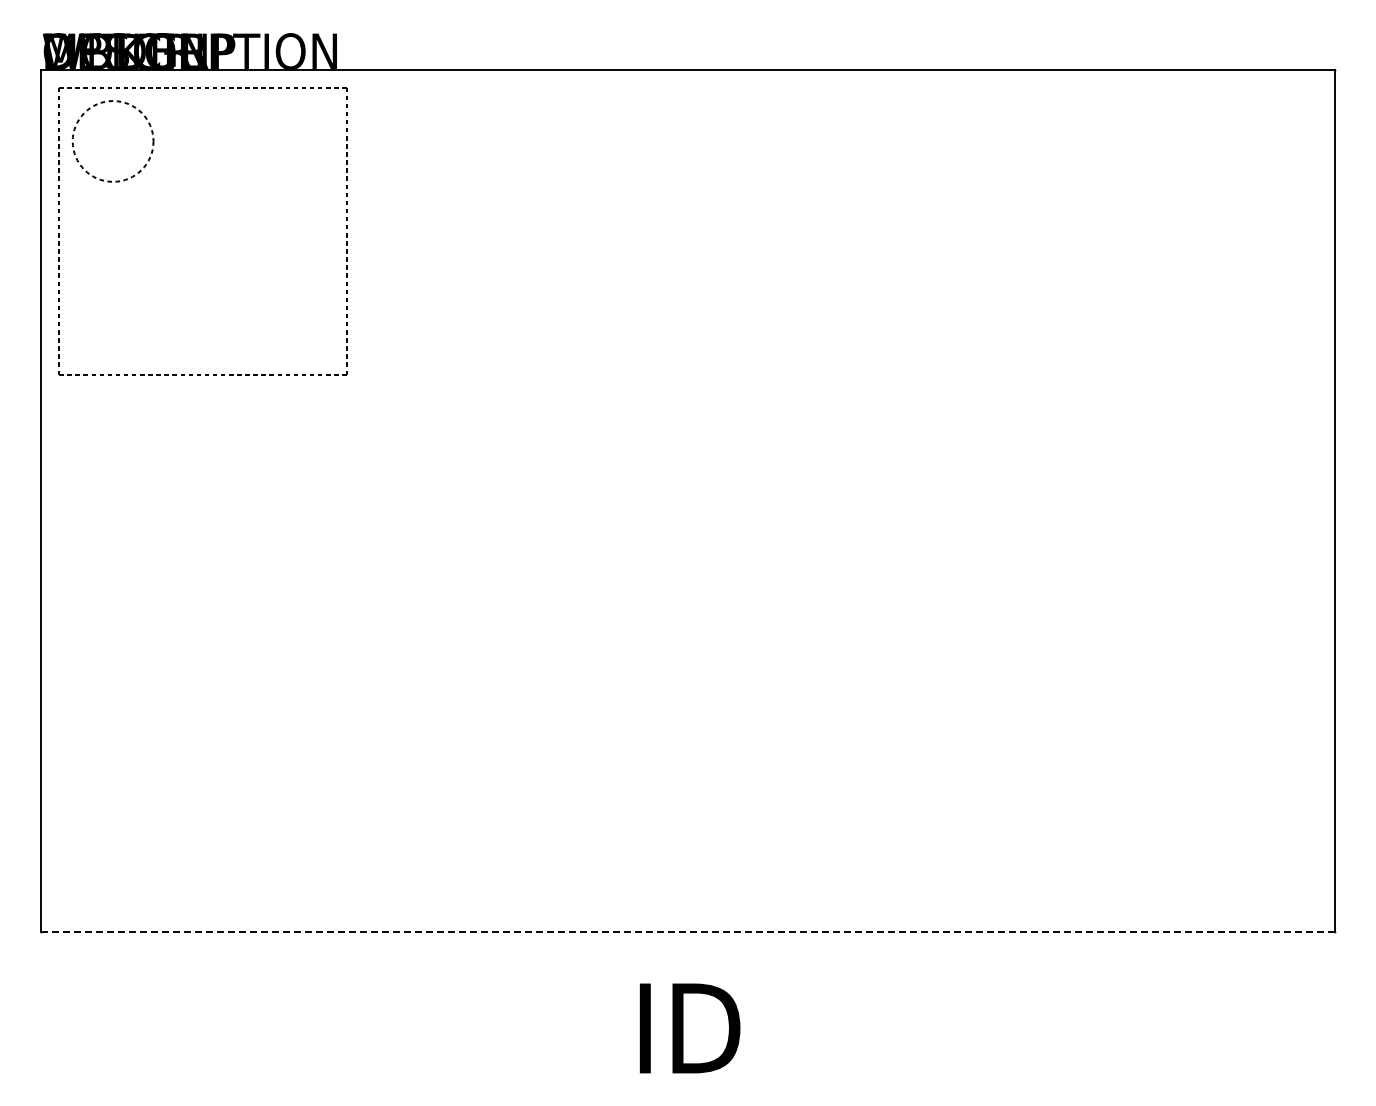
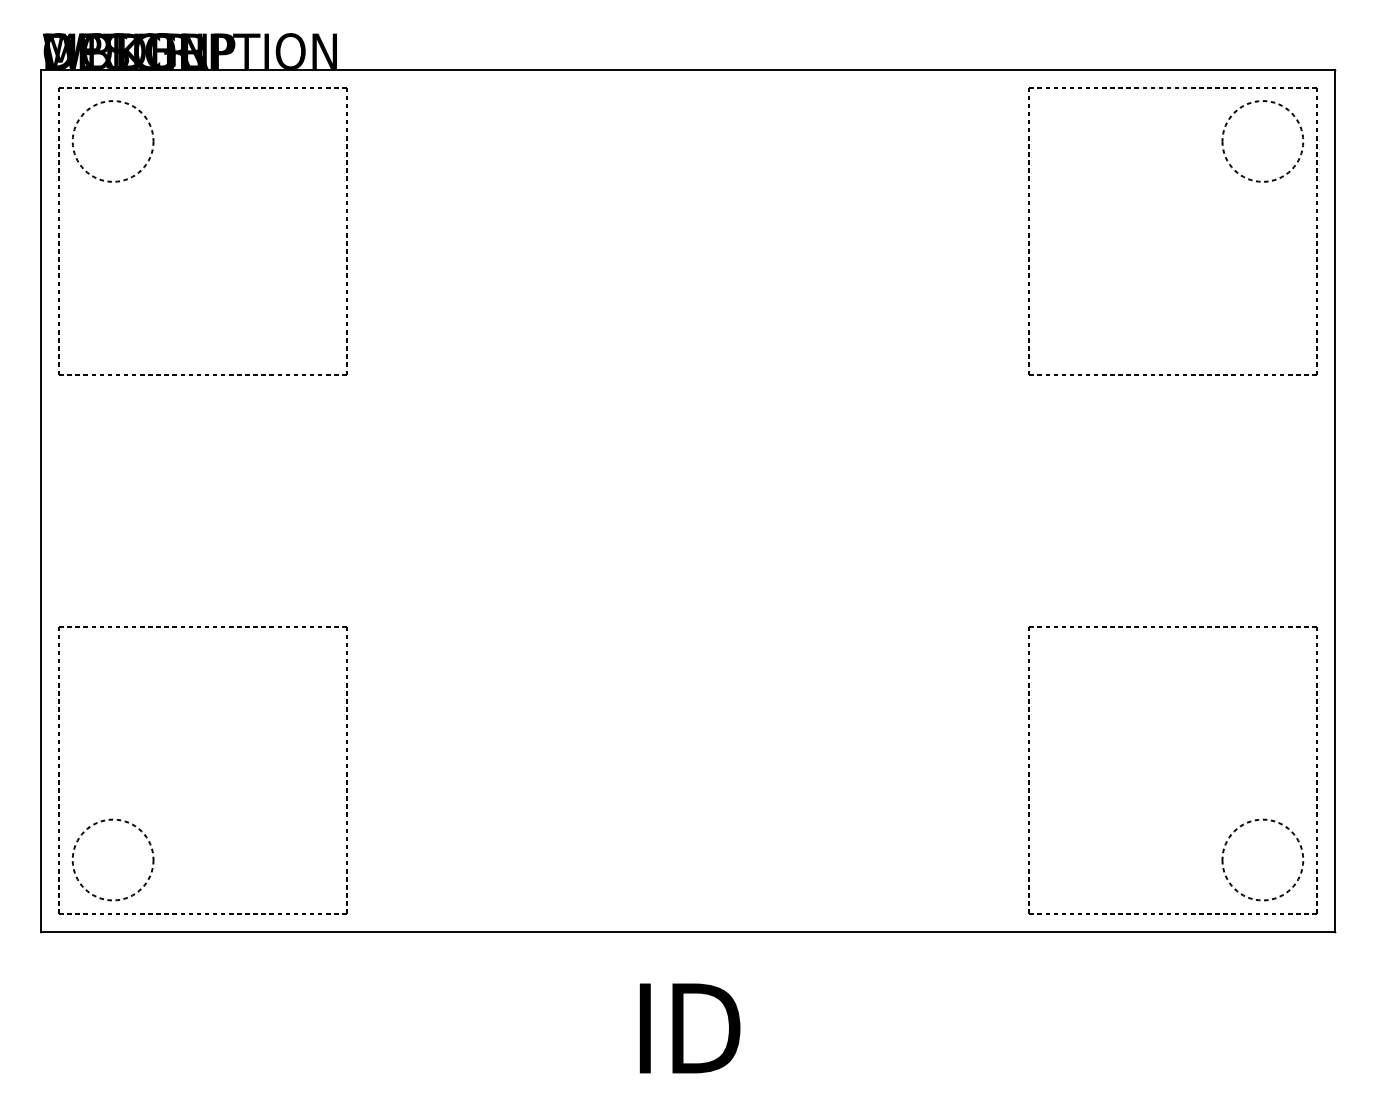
part at (1234, 171): none -> present
part at (142, 830): none -> present
part at (1233, 830): none -> present
line at (687, 931): dashed -> solid
